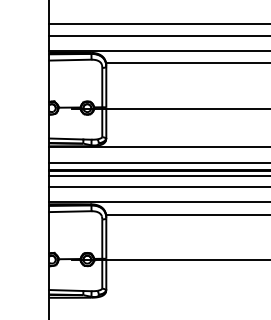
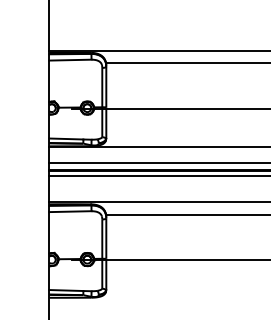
line at (158, 24): present -> none
line at (158, 35): present -> none
line at (158, 187): present -> none
